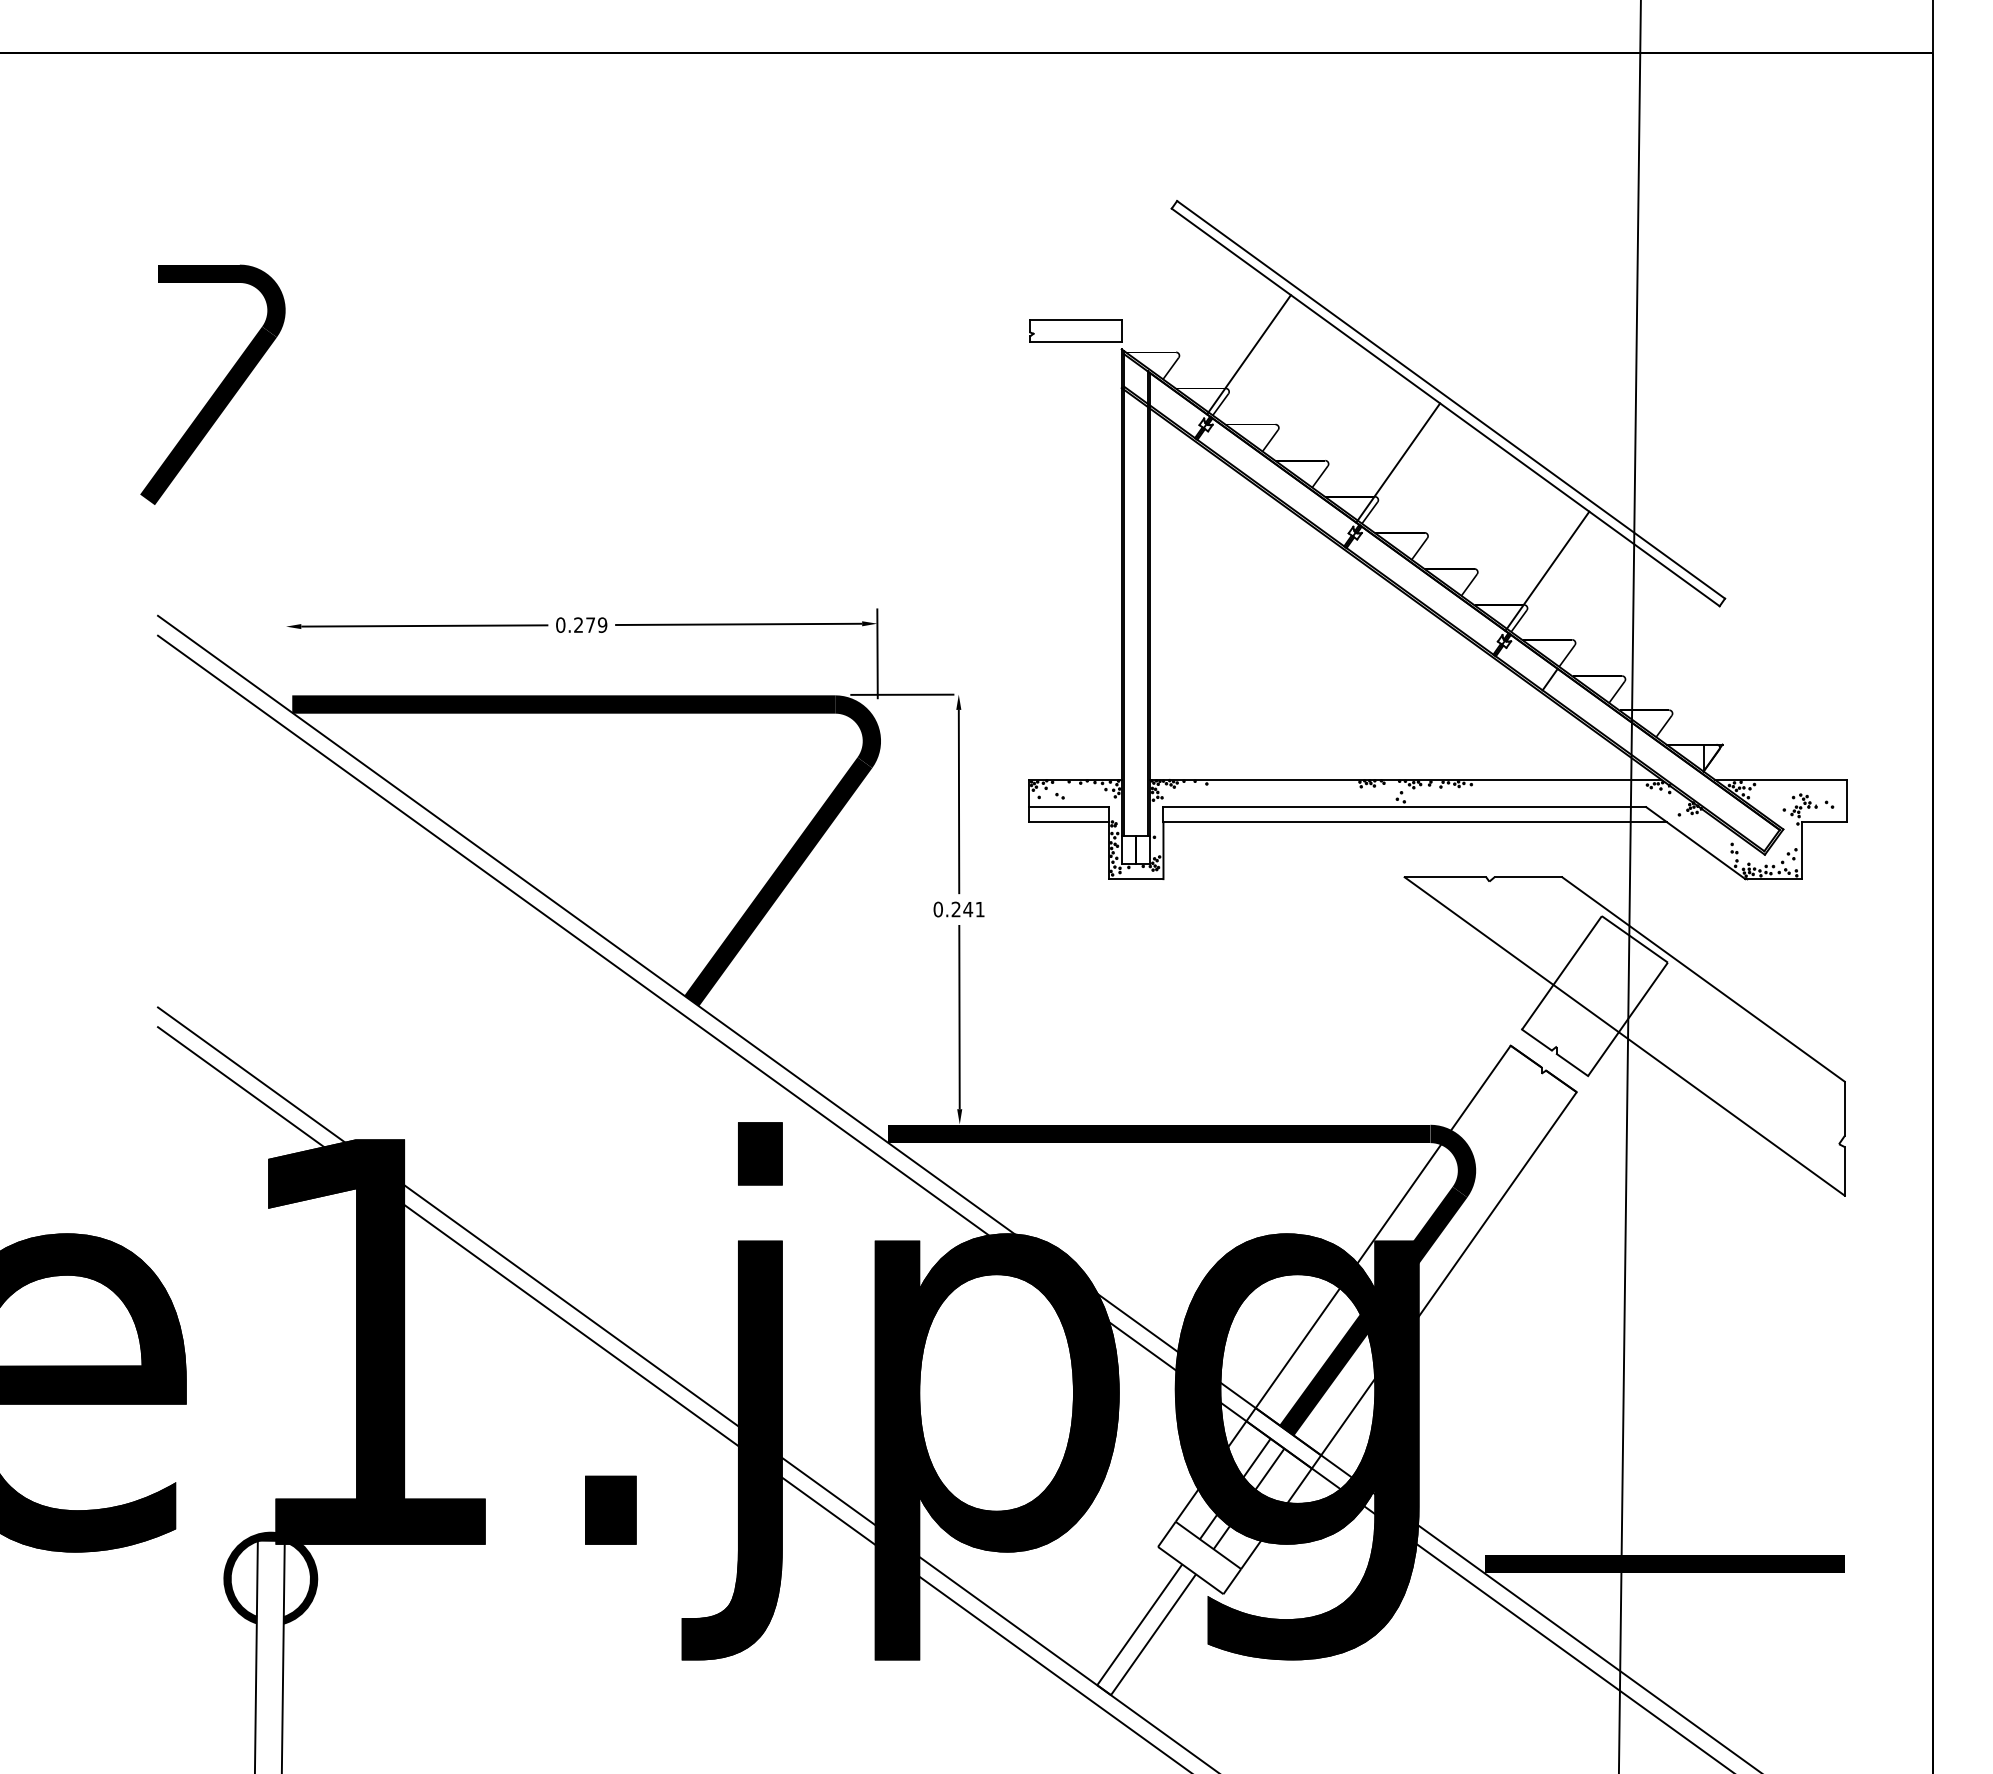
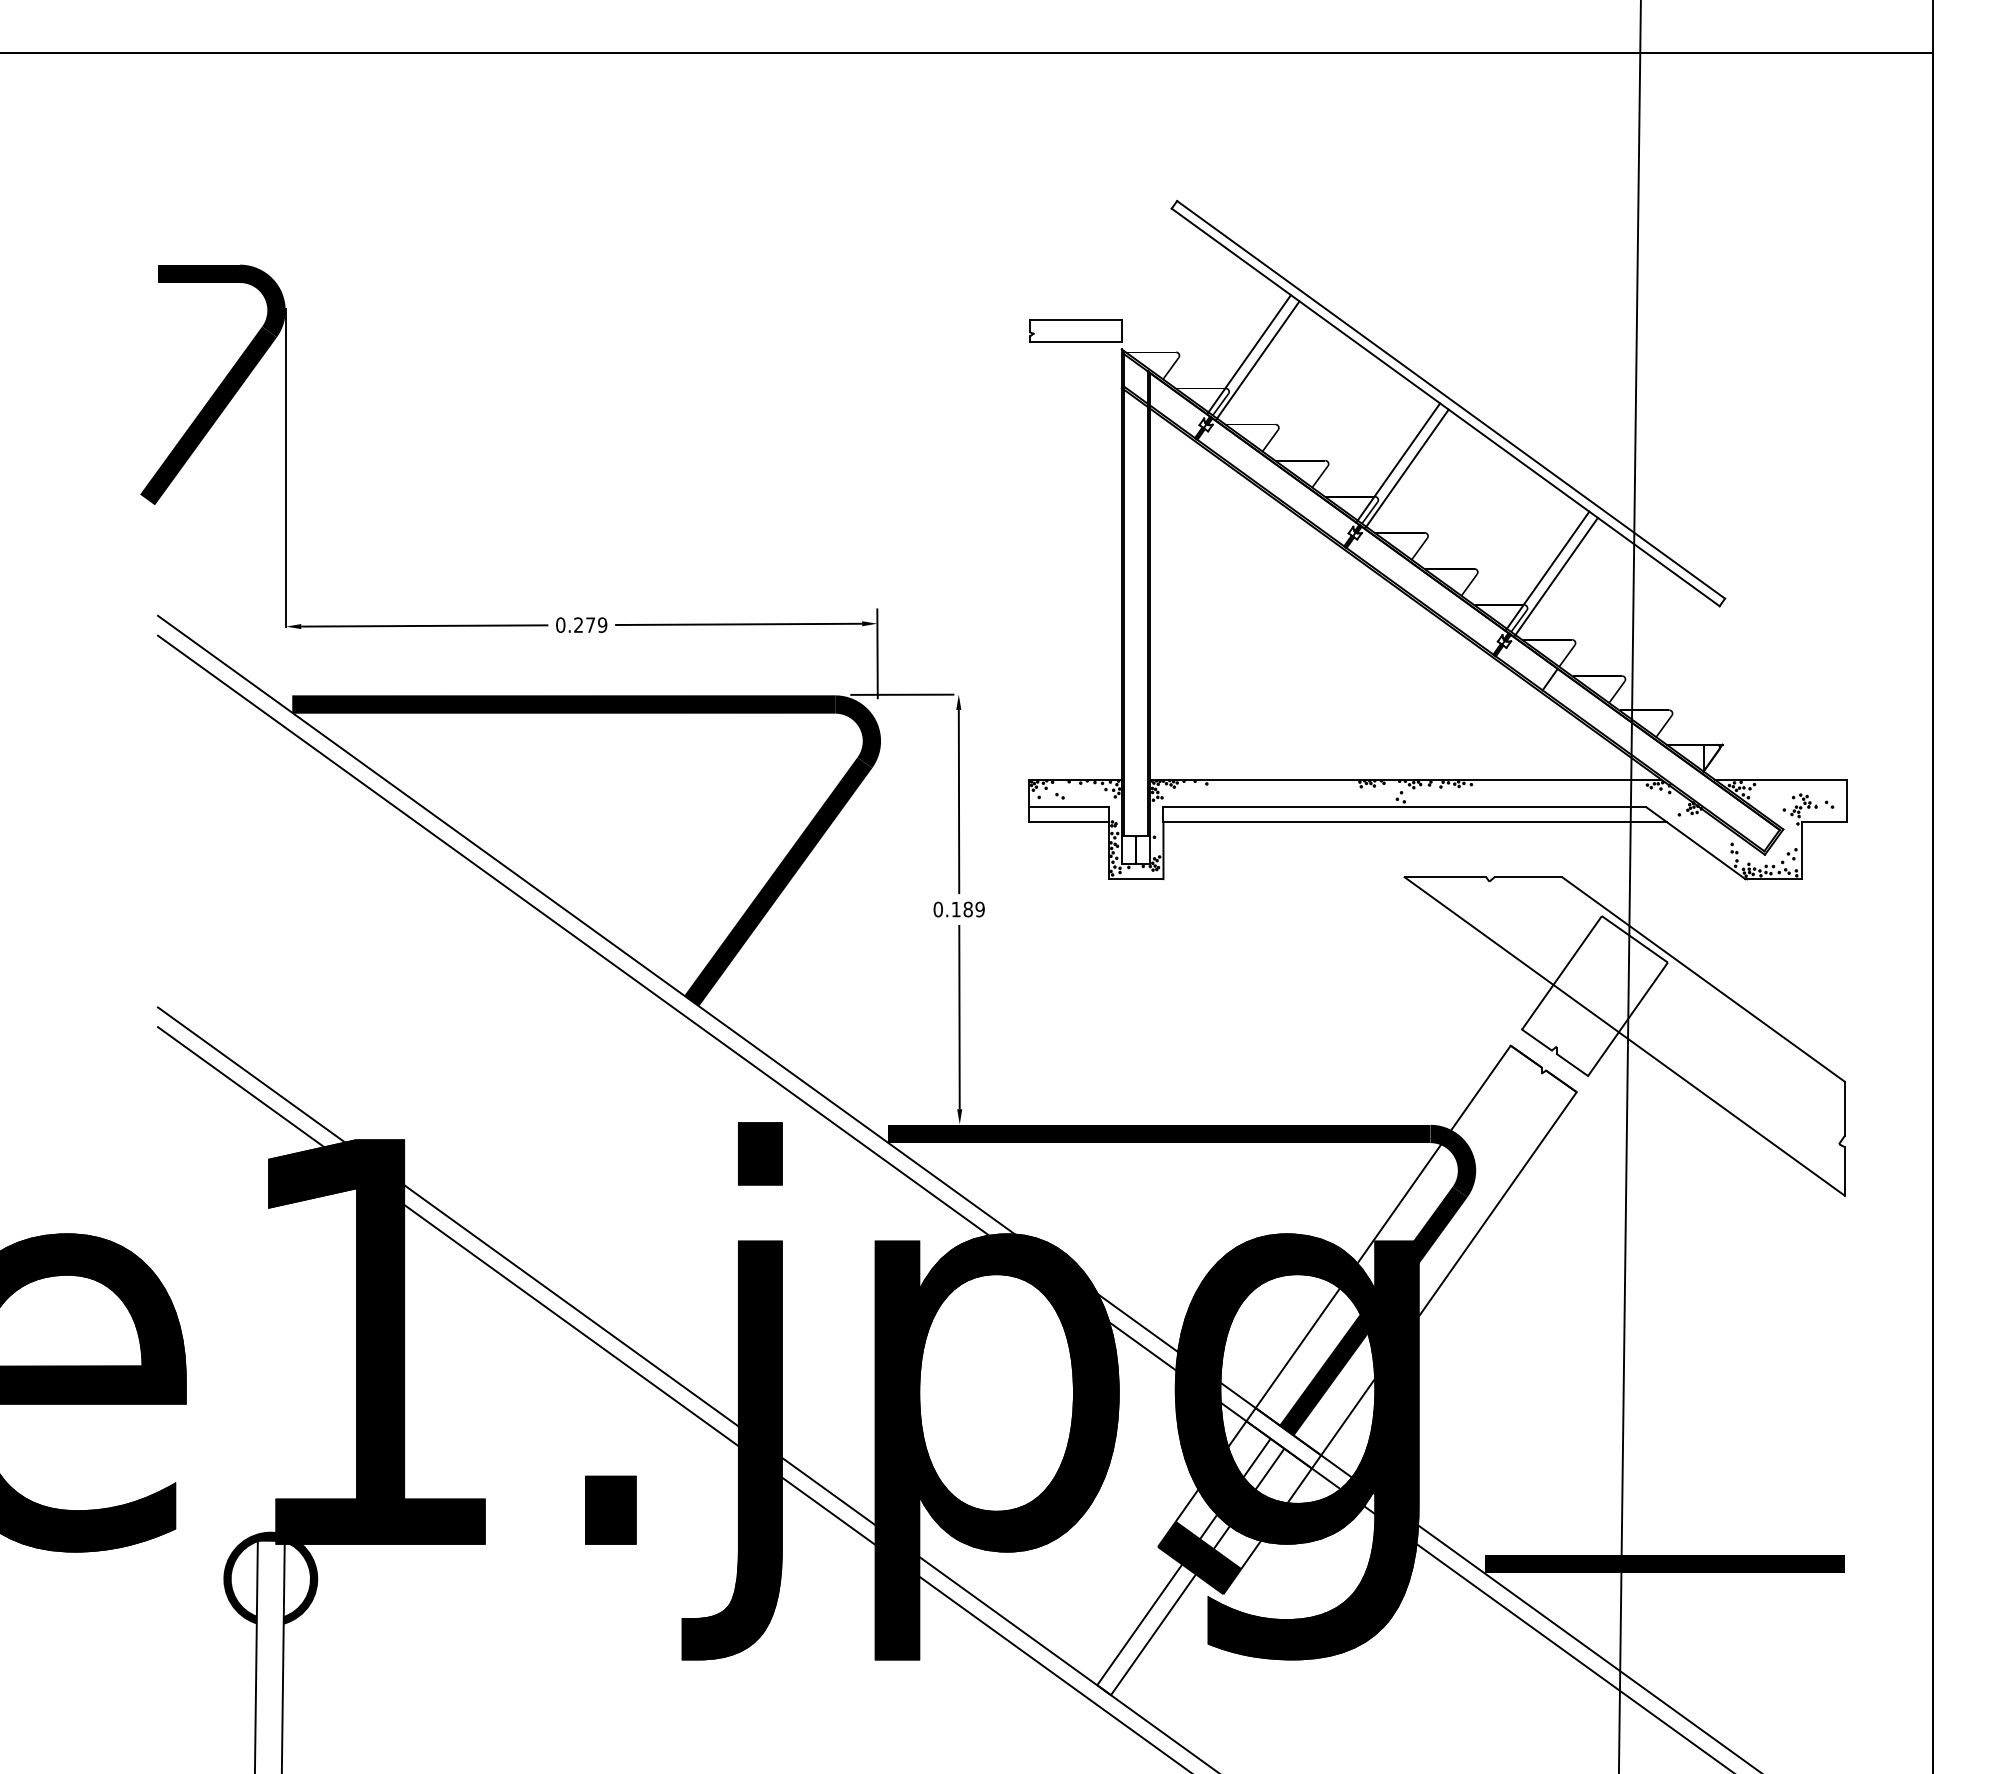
line at (1257, 360): none -> present
line at (285, 467): none -> present
line at (1406, 468): none -> present
line at (1555, 577): none -> present
text at (967, 909): 0.241 -> 0.189
fill at (1199, 1557): none -> present
